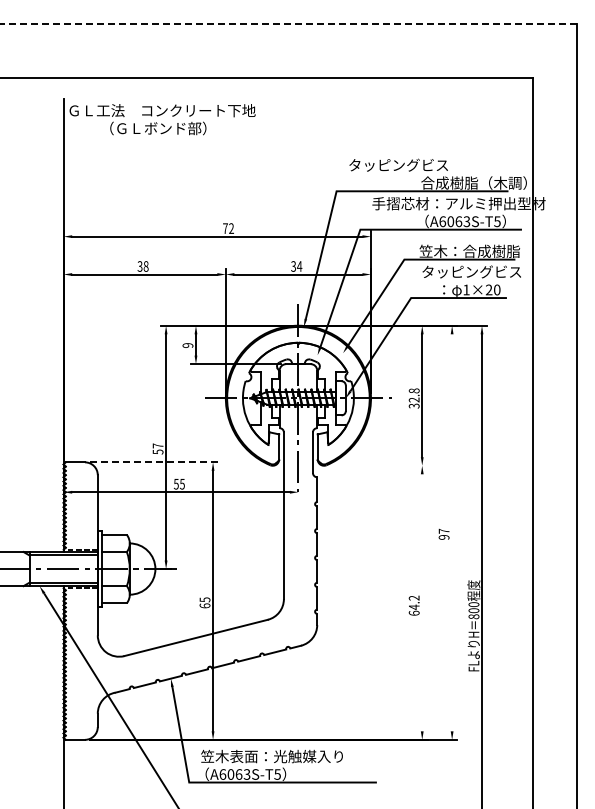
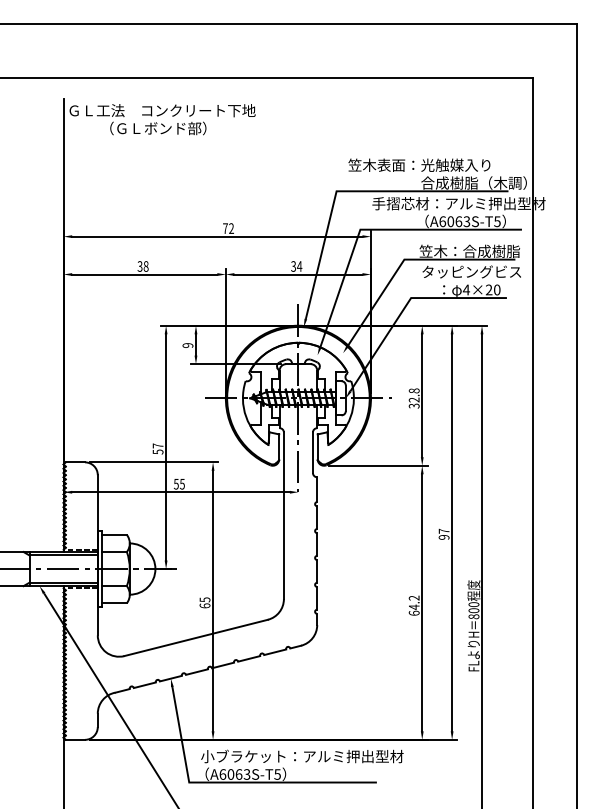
line at (288, 24): dashed -> solid
text at (419, 164): タッピングビス -> 笠木表面：光触媒入り
text at (466, 289): 1×20 -> 4×20
line at (154, 462): dashed -> solid
line at (378, 465): none -> present
line at (452, 532): none -> present
line at (422, 602): none -> present
text at (302, 756): 笠木表面：光触媒入り -> 小ブラケット：アルミ押出型材
